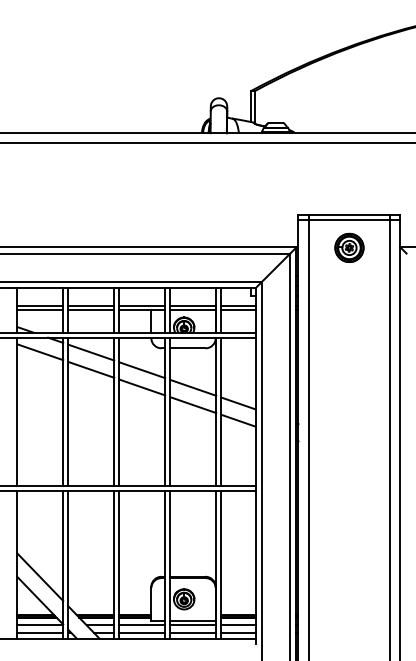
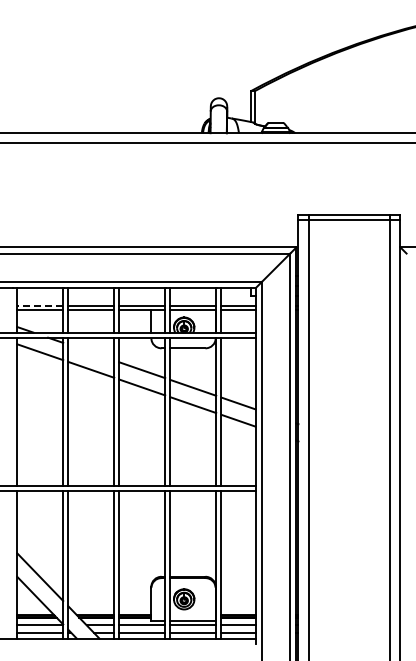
part at (349, 247): present -> none
line at (40, 305): solid -> dashed
line at (91, 352): present -> none
